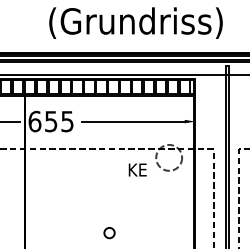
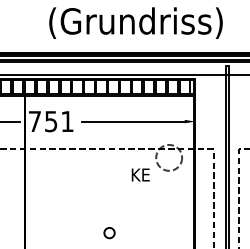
text at (50, 121): 655 -> 751
text at (137, 169) position: (137, 169) -> (140, 174)
